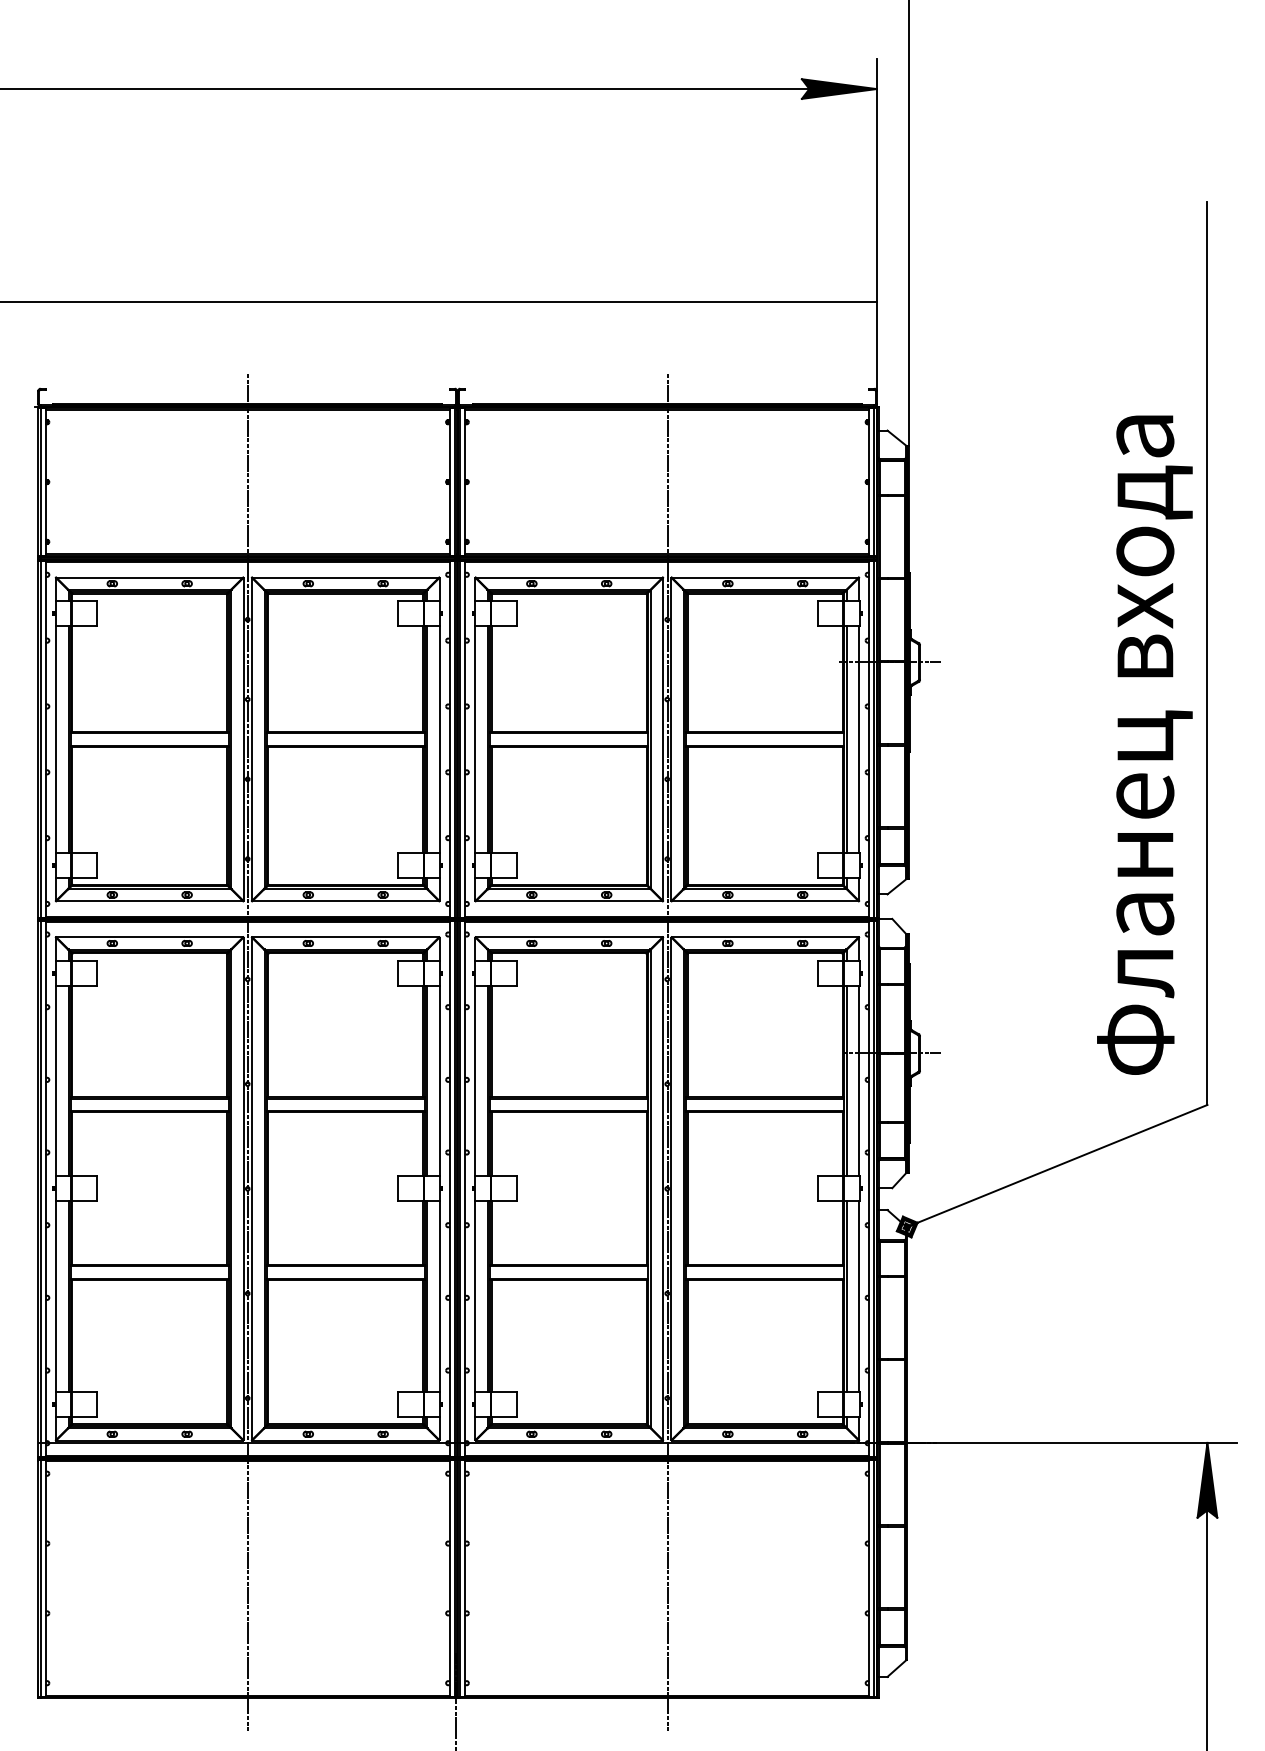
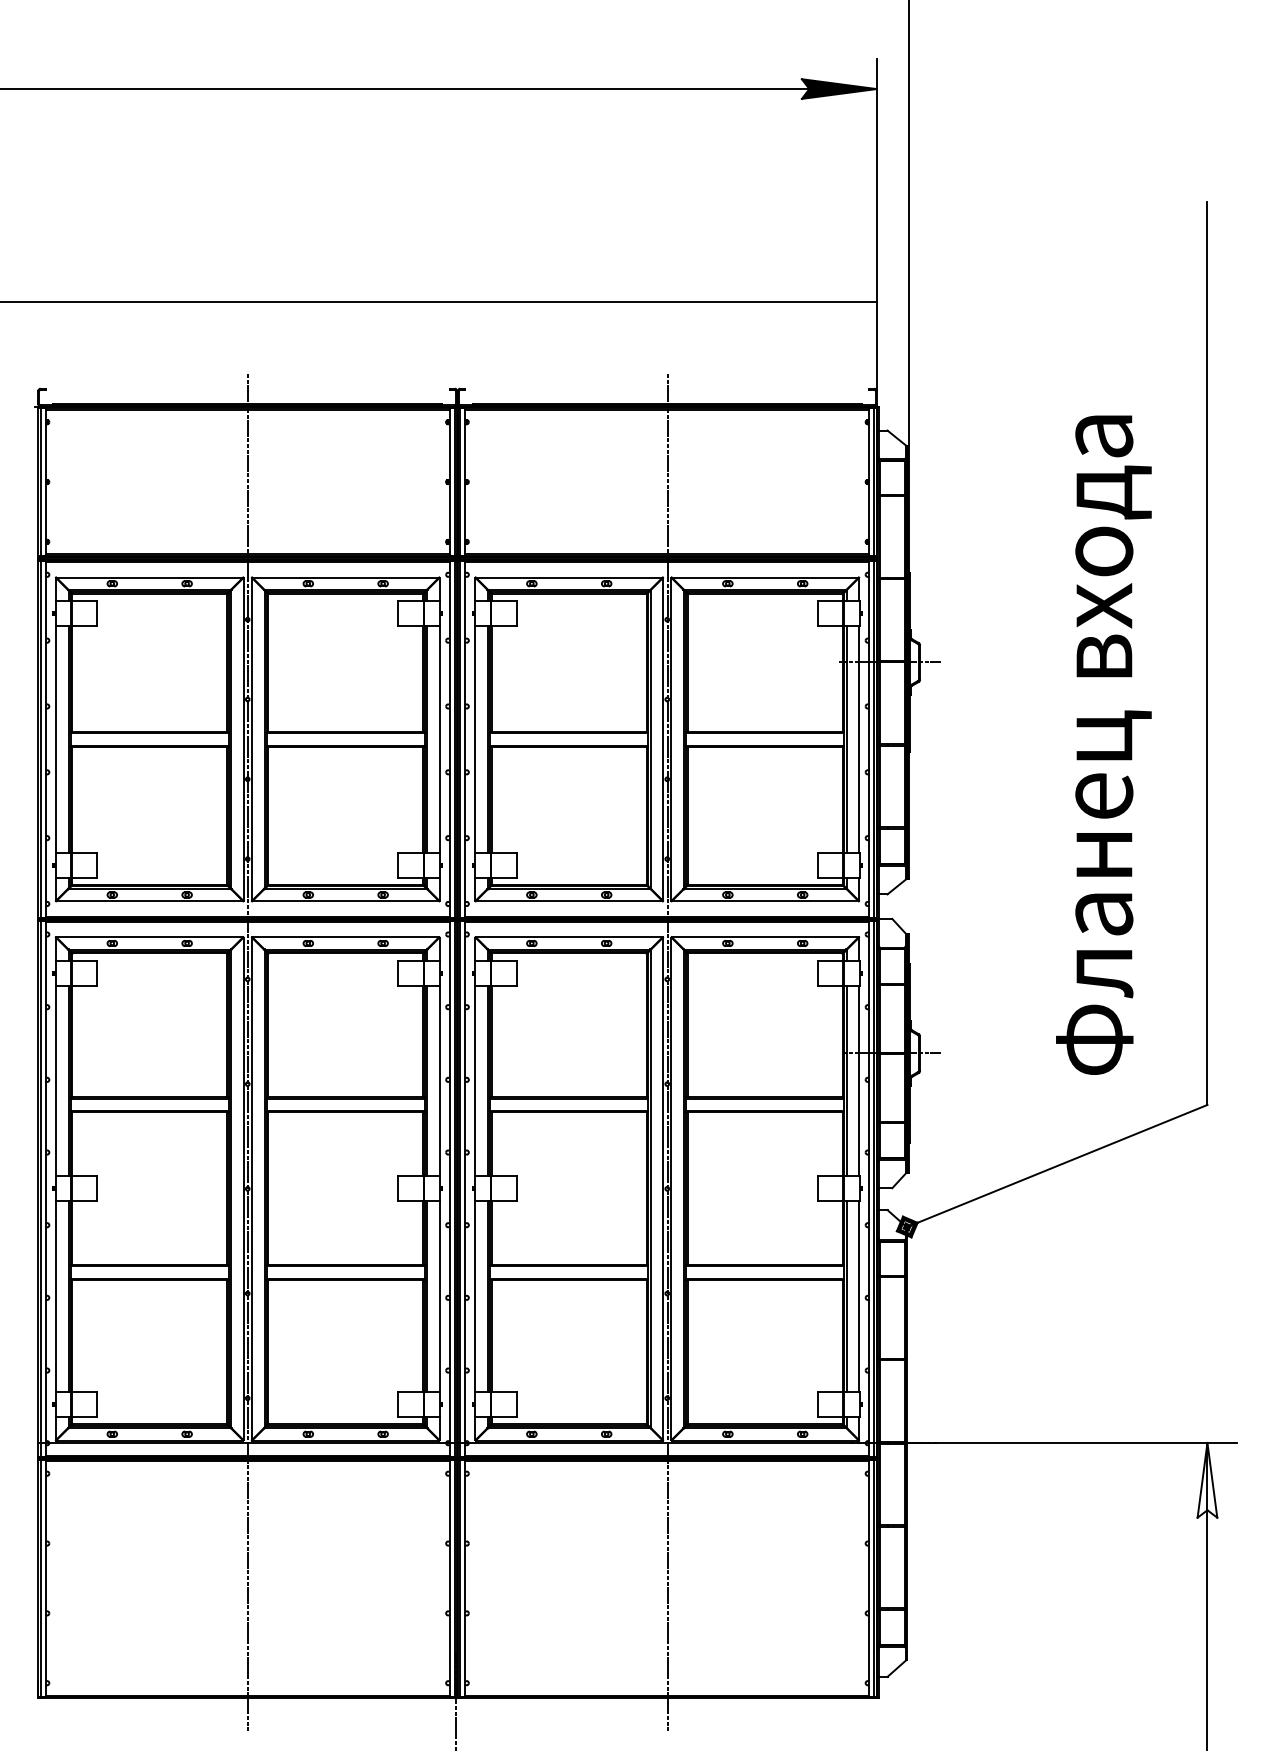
text at (1144, 744) position: (1144, 744) -> (1103, 744)
fill at (1207, 1479): present -> none
